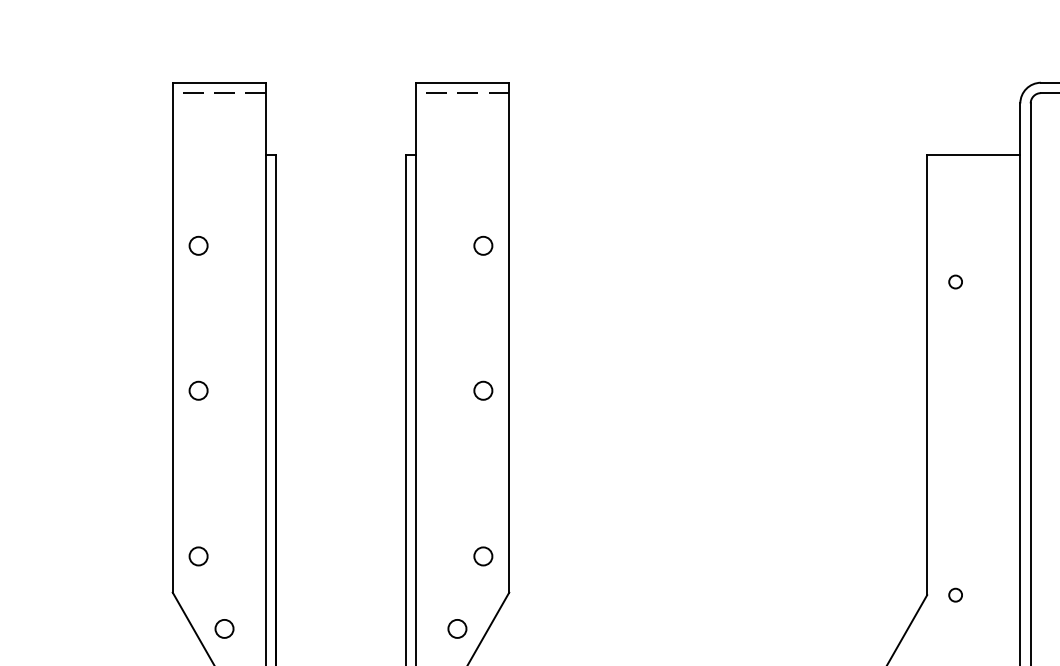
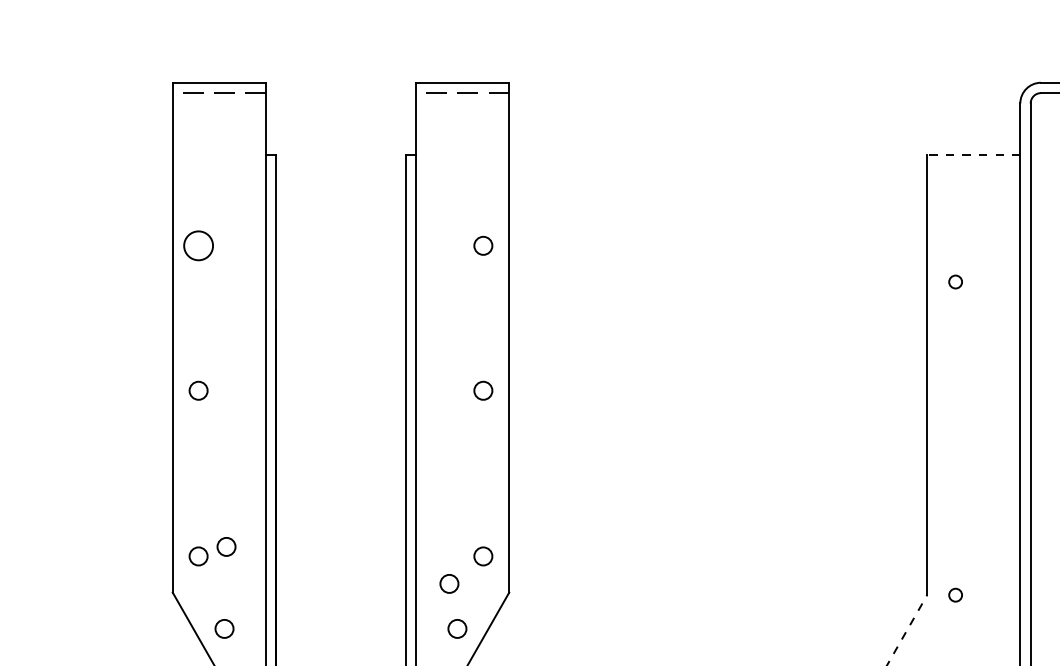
line at (973, 155): solid -> dashed
circle at (198, 245) diameter: 18 px -> 29 px
circle at (226, 546): none -> present
circle at (449, 583): none -> present
line at (907, 629): solid -> dashed
